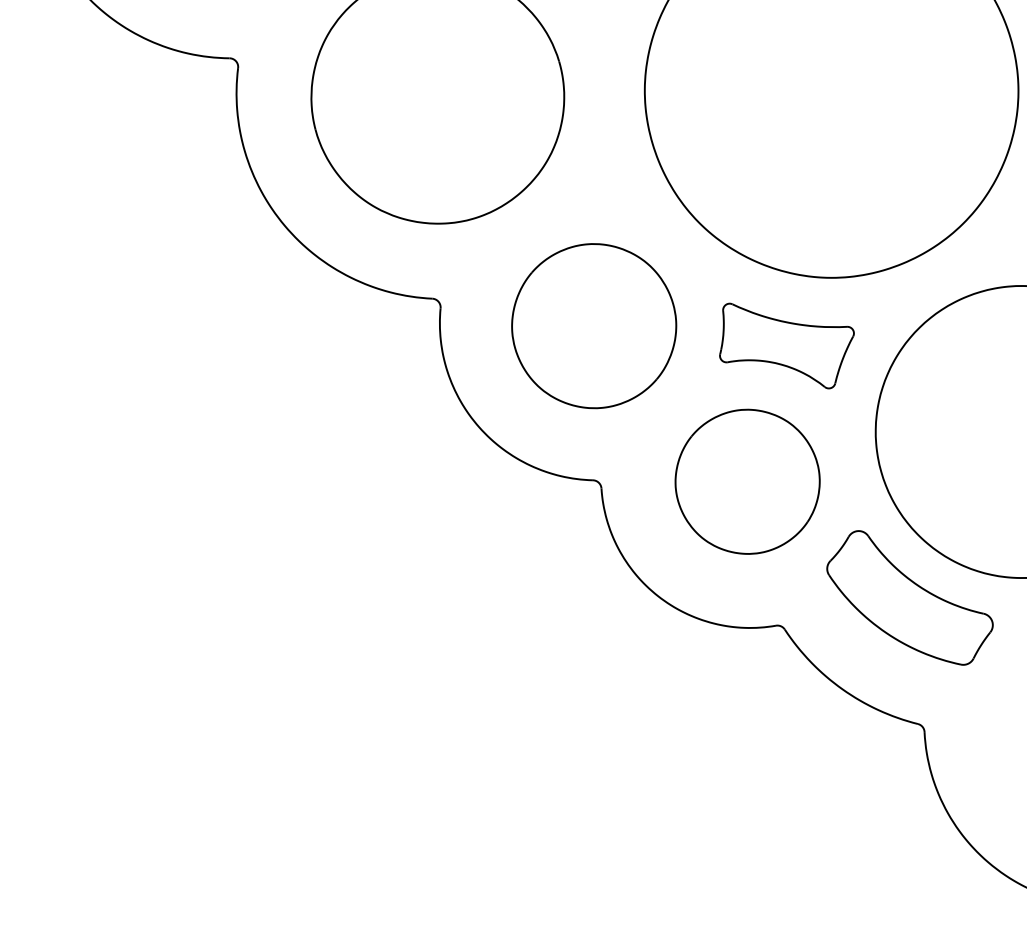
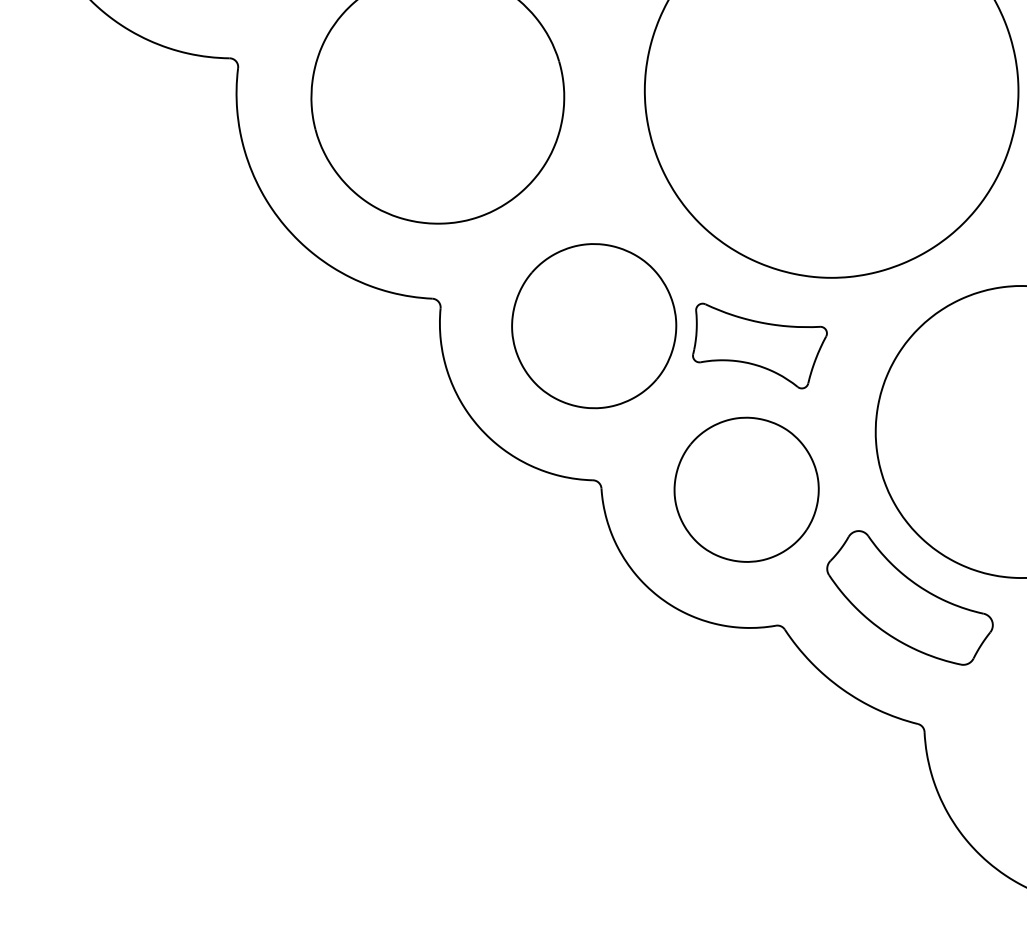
part at (786, 345) position: (786, 345) -> (759, 345)
part at (747, 481) position: (747, 481) -> (746, 489)
